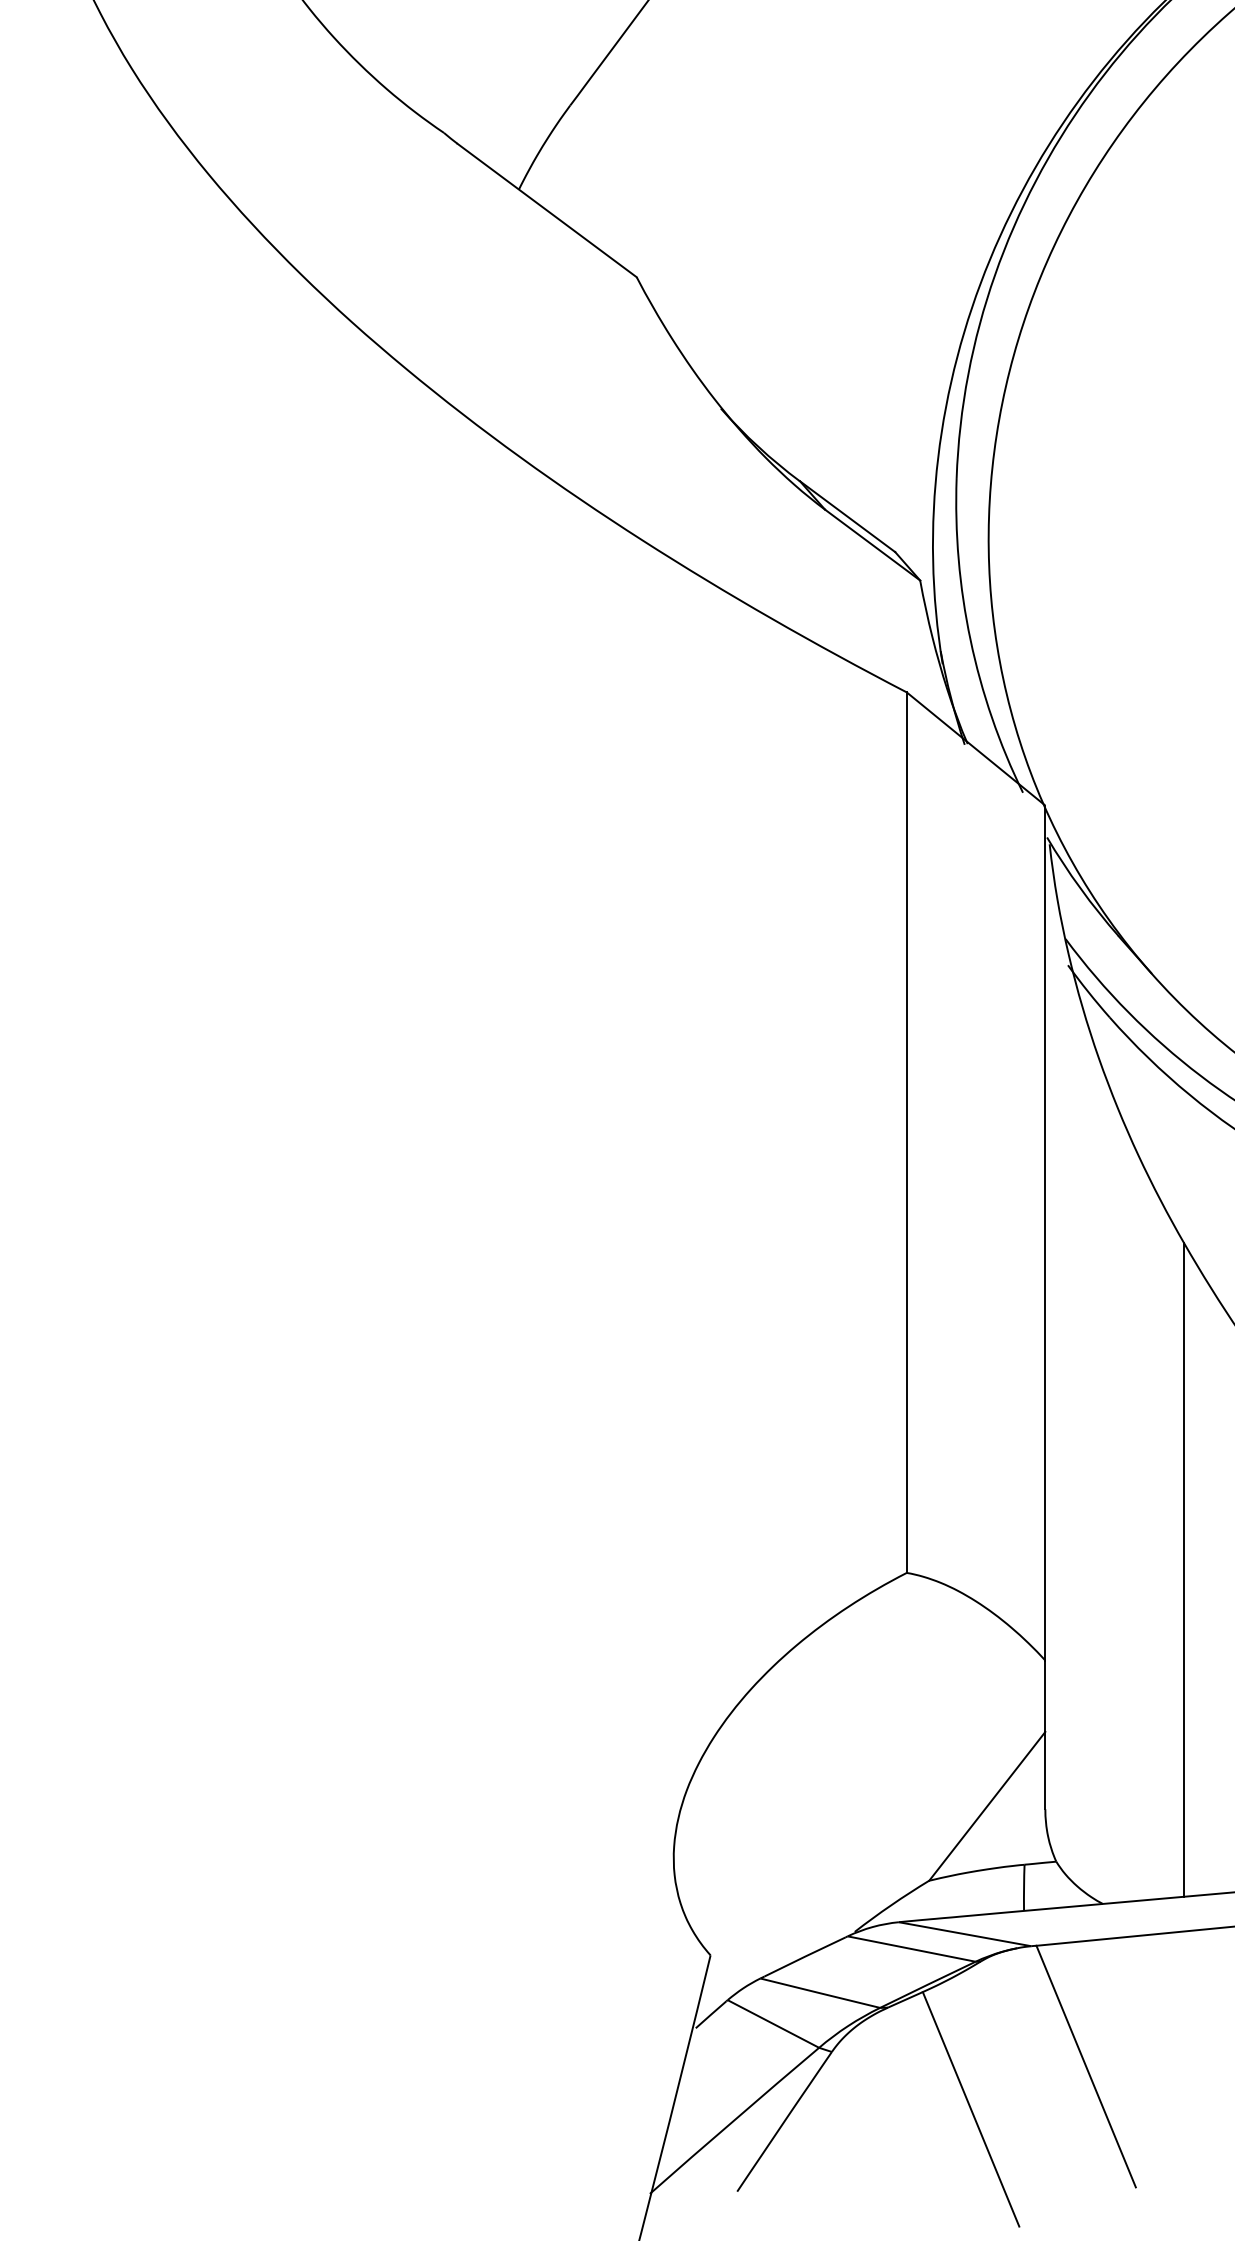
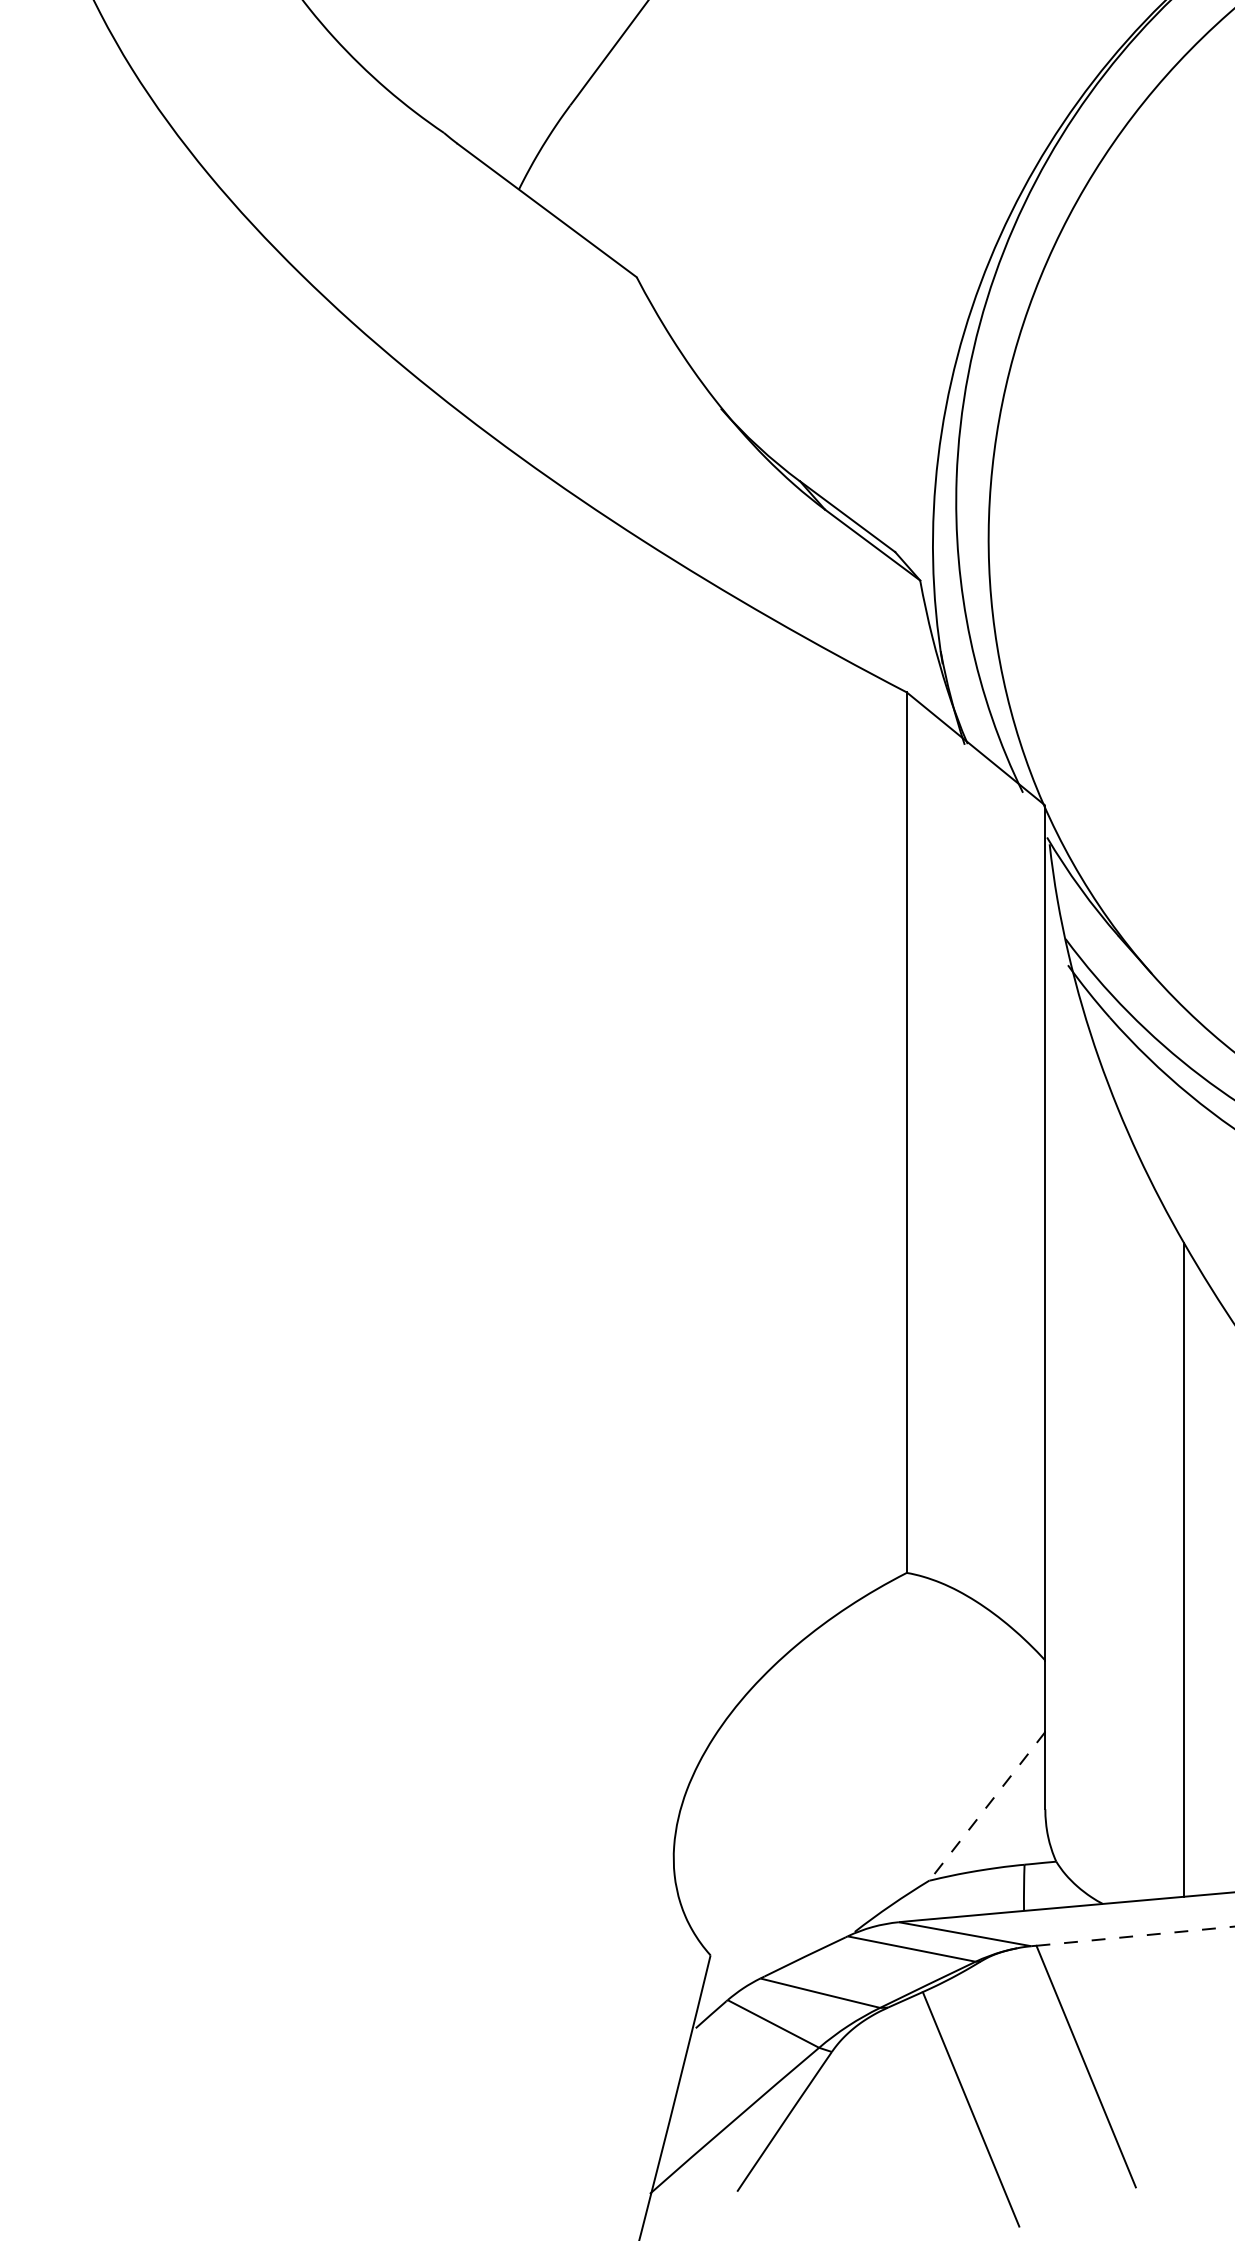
line at (987, 1806): solid -> dashed
line at (1136, 1936): solid -> dashed
